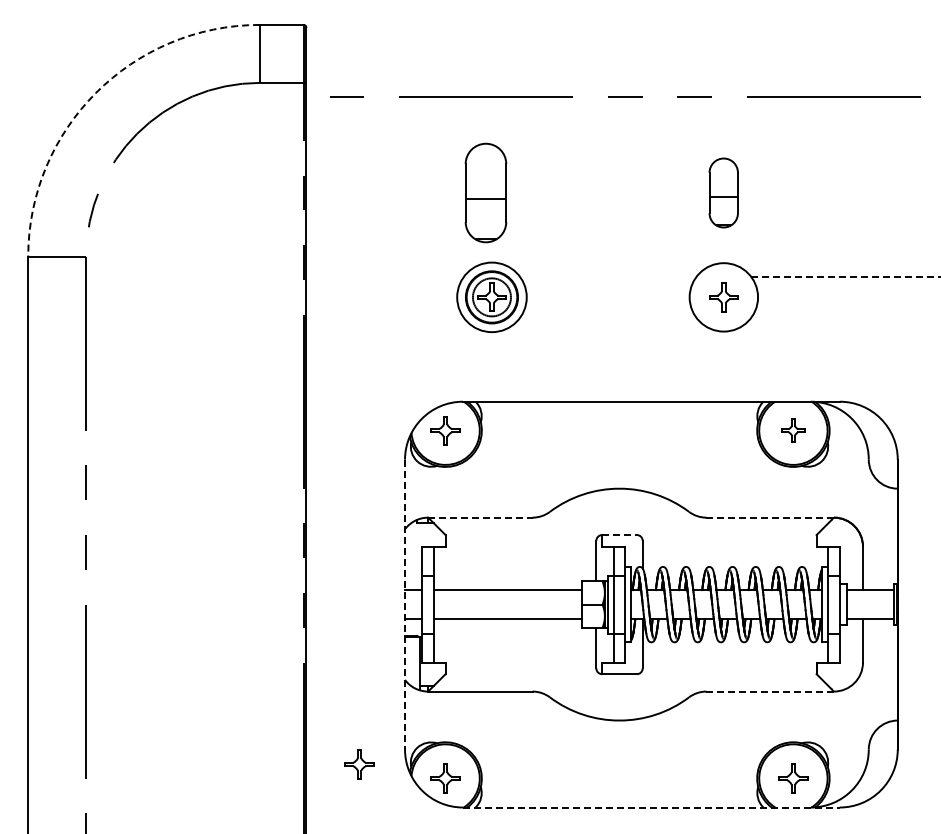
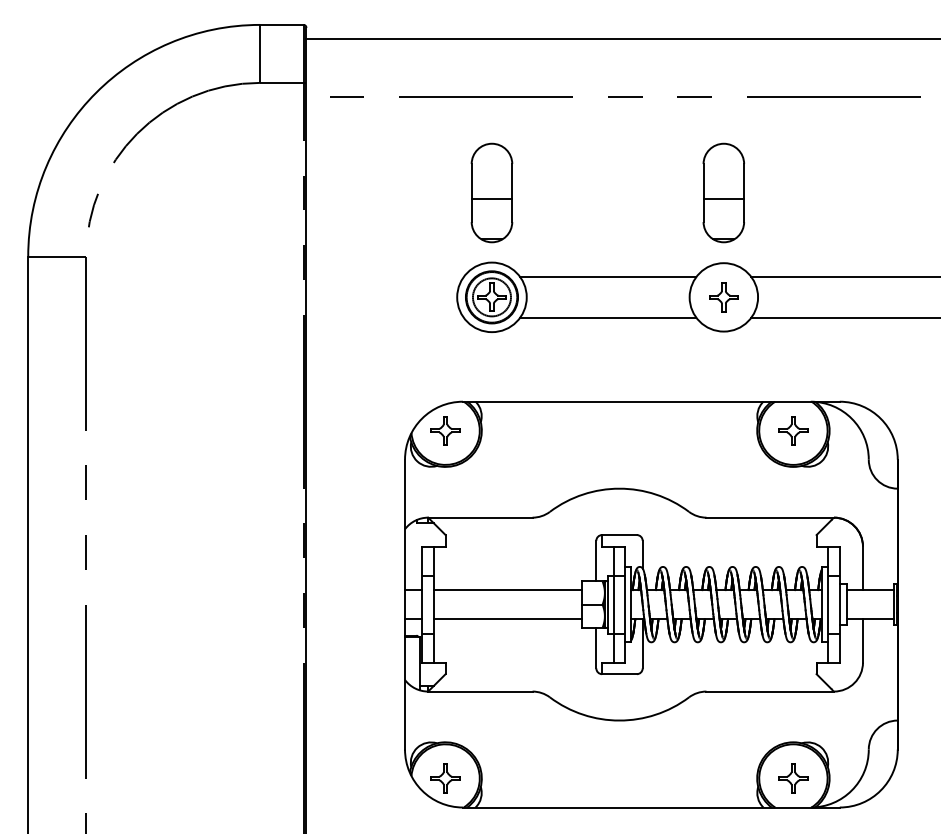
line at (621, 39): none -> present
arc at (96, 92): dashed -> solid
part at (485, 192) position: (485, 192) -> (491, 192)
part at (723, 192) size: 31x72 px -> 43x102 px
line at (608, 277): none -> present
line at (845, 277): dashed -> solid
line at (608, 317): none -> present
line at (844, 317): none -> present
part at (793, 430) size: 25x25 px -> 31x30 px
line at (480, 517): dashed -> solid
line at (770, 517): dashed -> solid
line at (620, 535): dashed -> solid
line at (405, 604): dashed -> solid
line at (770, 691): dashed -> solid
part at (359, 764): present -> none
line at (651, 807): dashed -> solid
